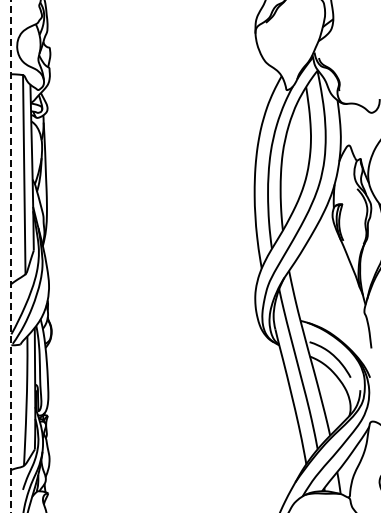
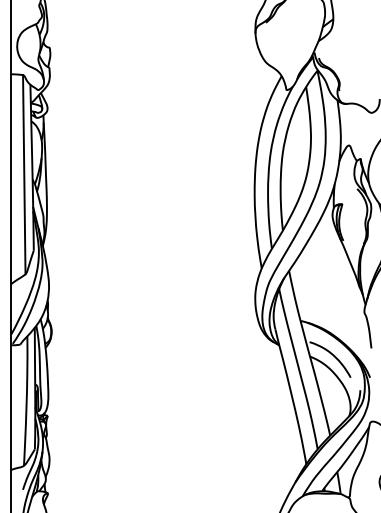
line at (11, 256): dashed -> solid
